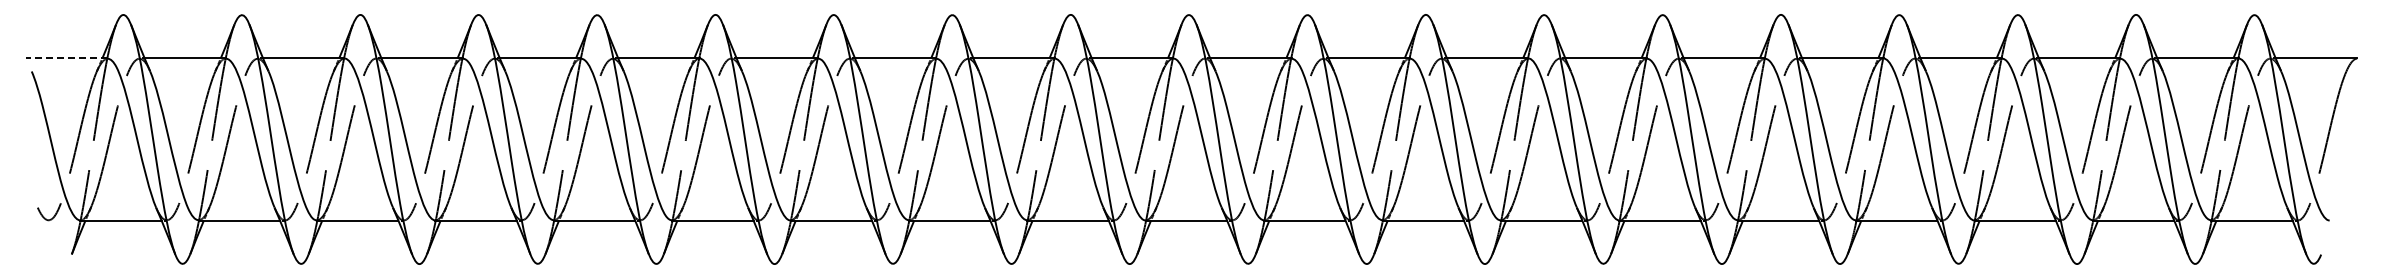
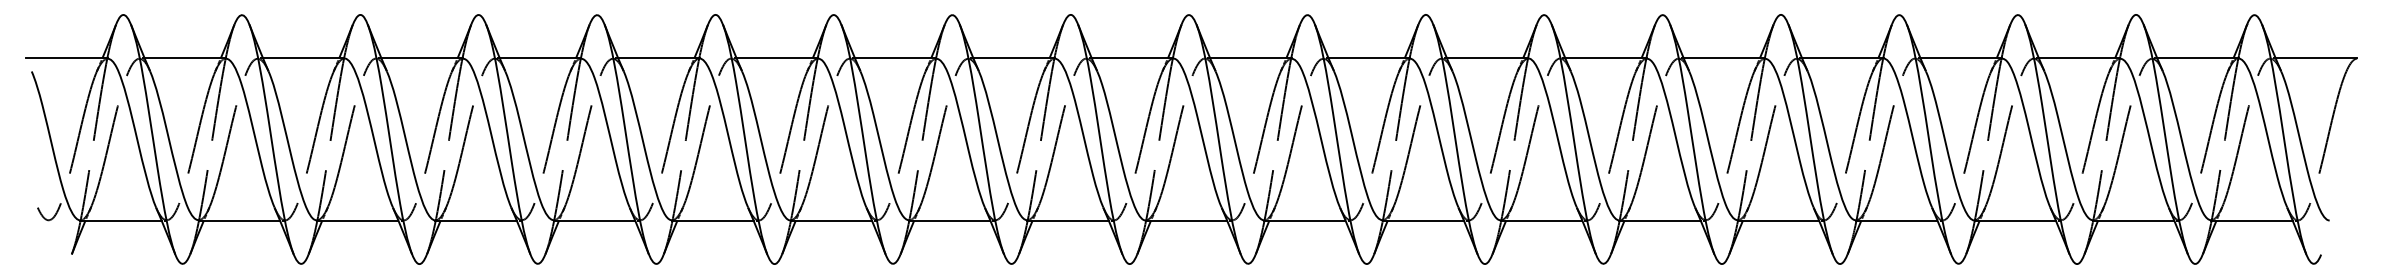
line at (67, 58): dashed -> solid
